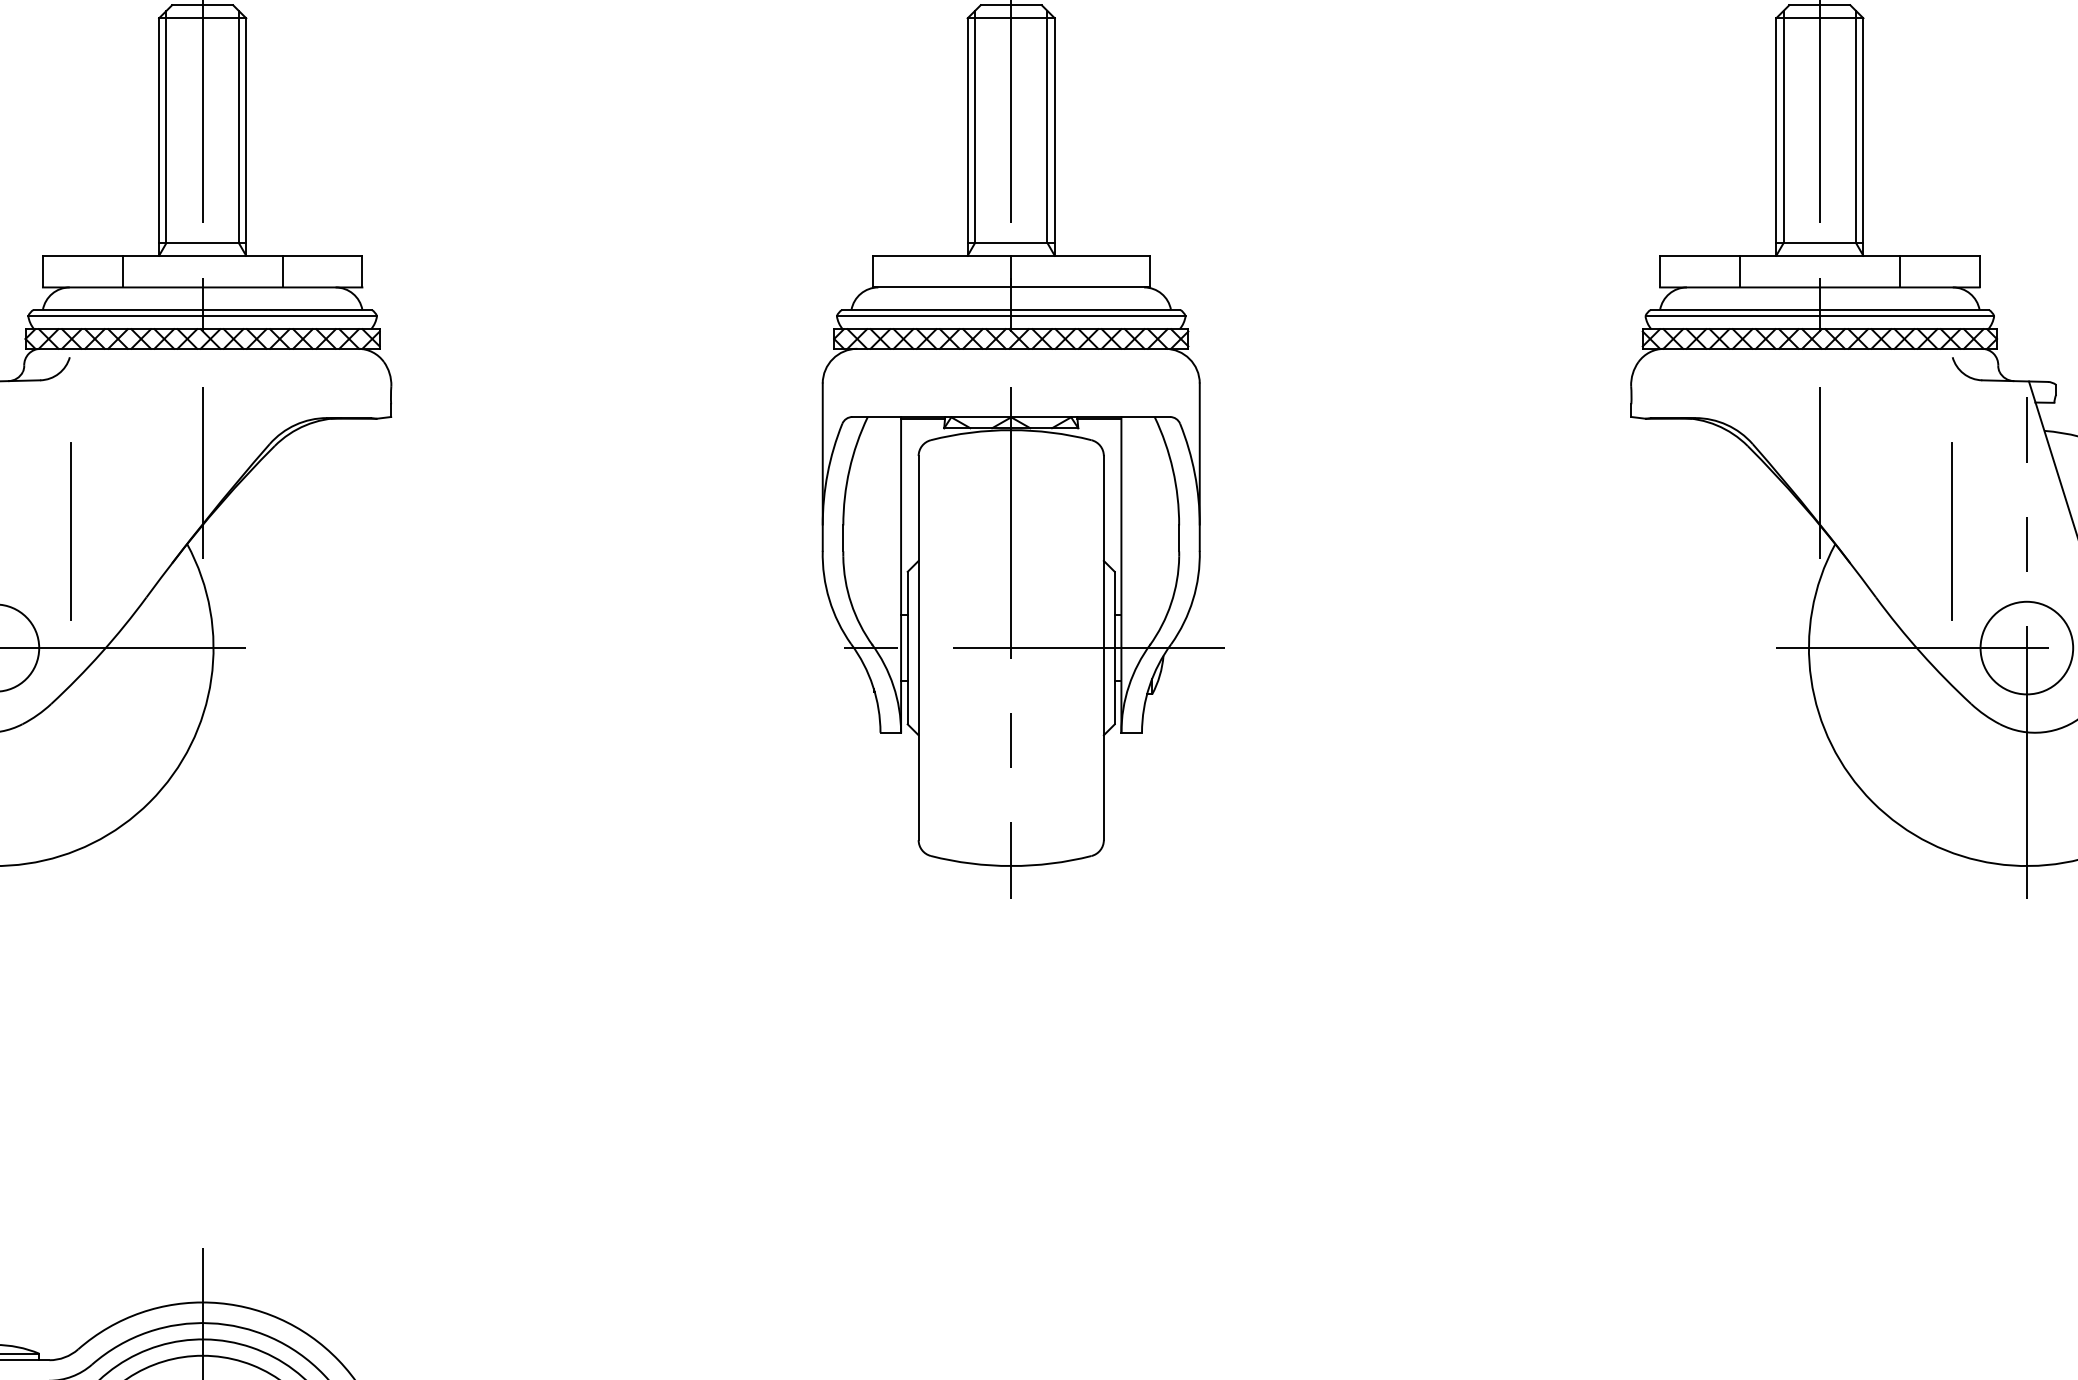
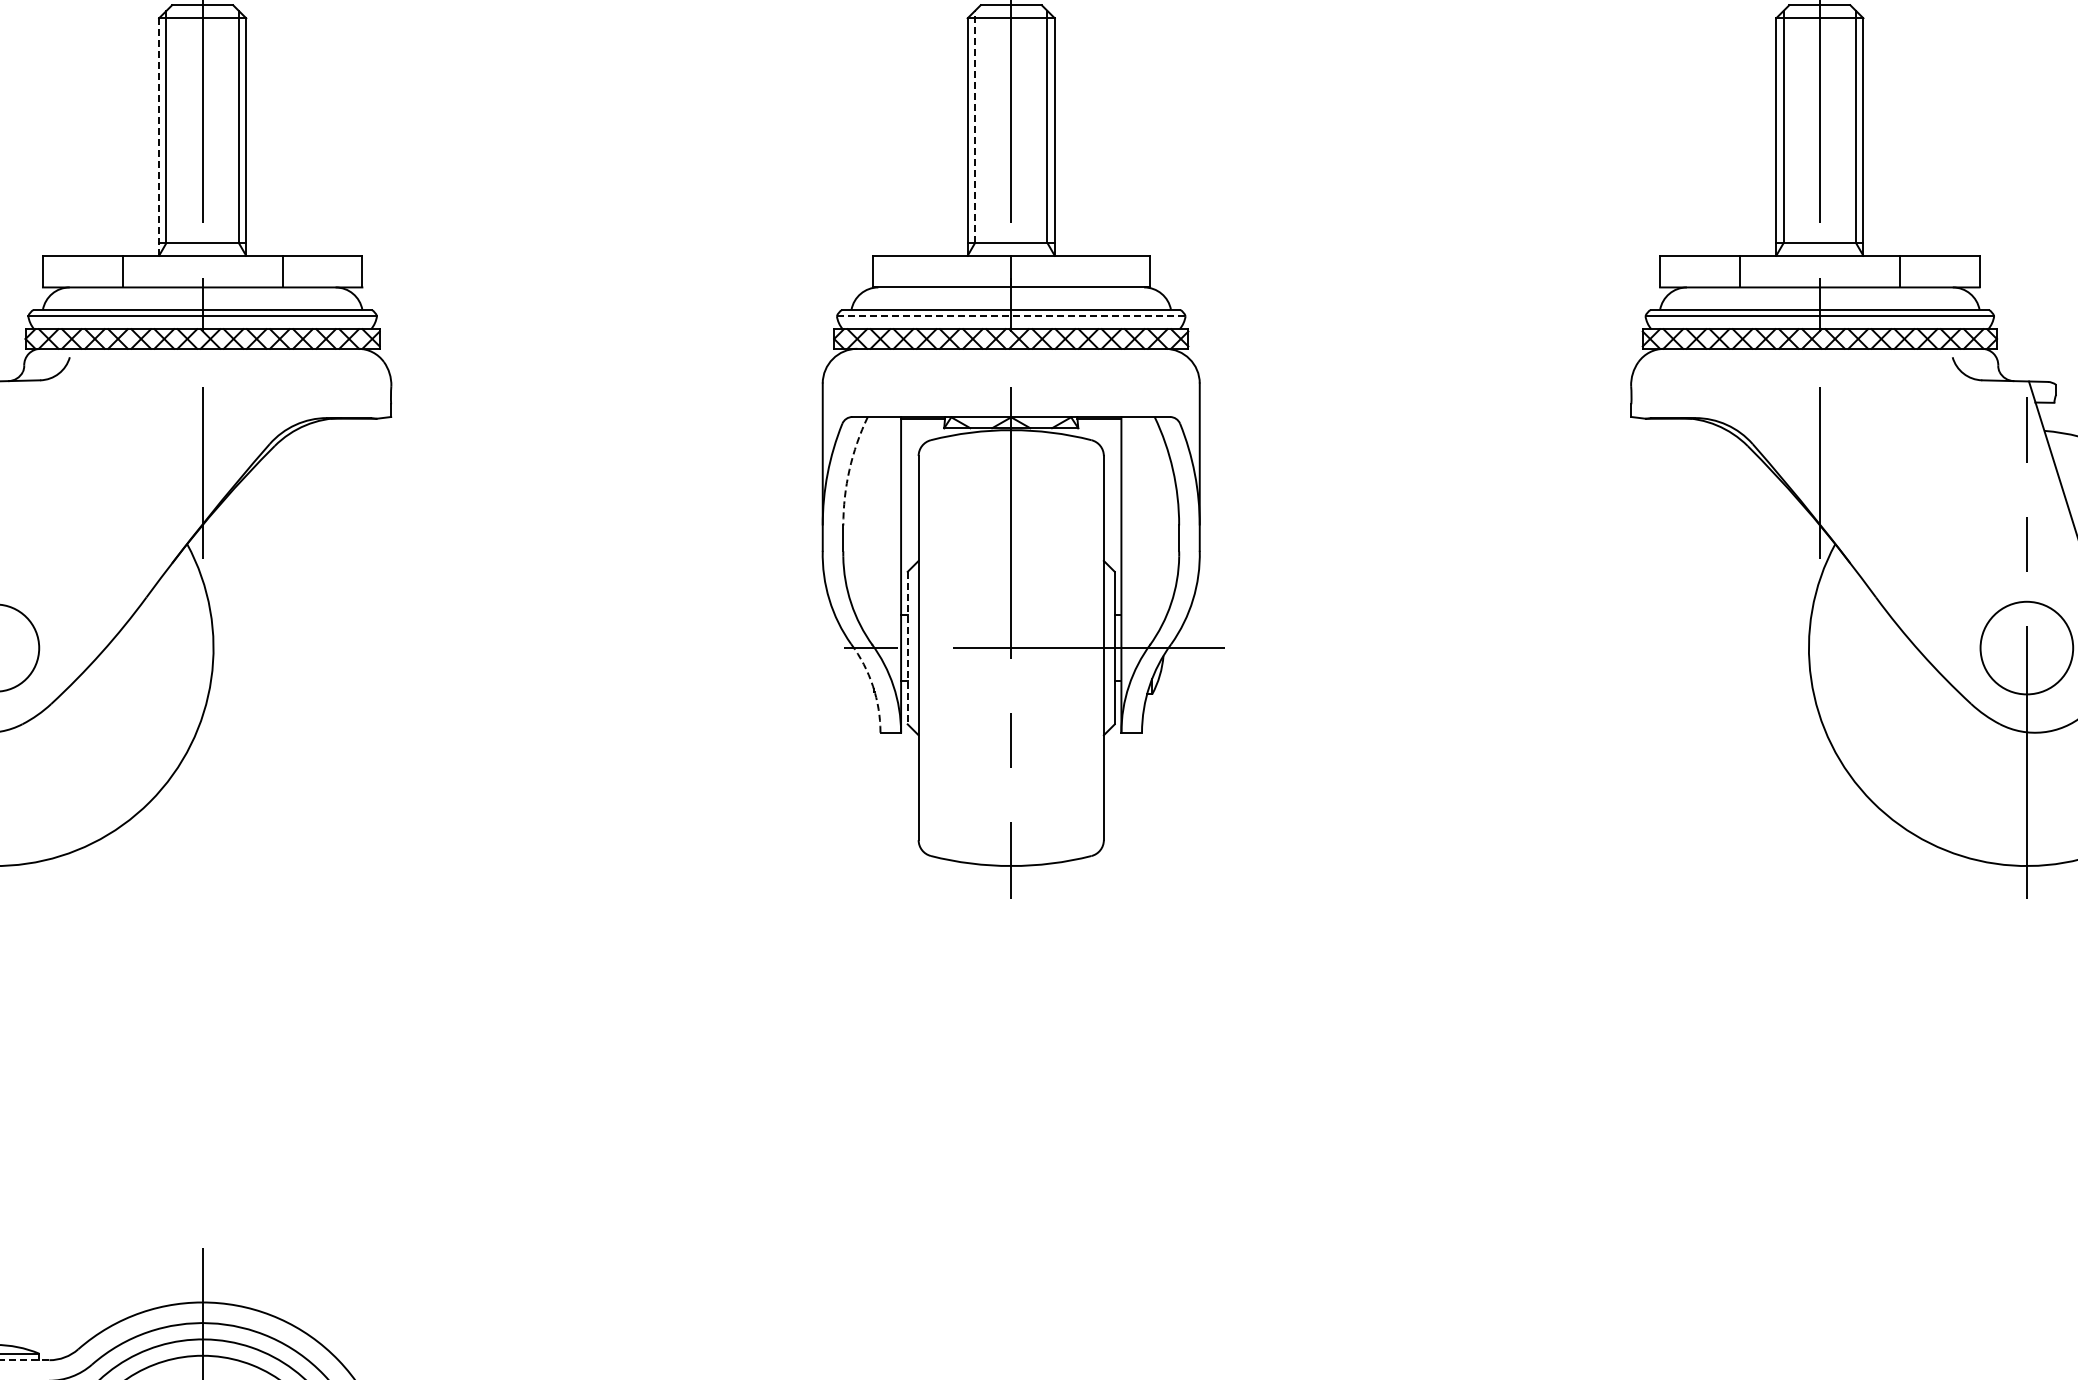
line at (975, 126): solid -> dashed
line at (159, 137): solid -> dashed
line at (1011, 316): solid -> dashed
arc at (849, 469): solid -> dashed
line at (70, 531): present -> none
line at (1951, 531): present -> none
line at (124, 648): present -> none
line at (907, 648): solid -> dashed
line at (1925, 648): present -> none
arc at (872, 686): solid -> dashed
line at (24, 1360): solid -> dashed
